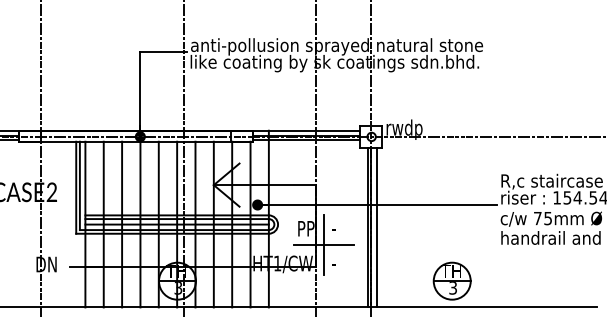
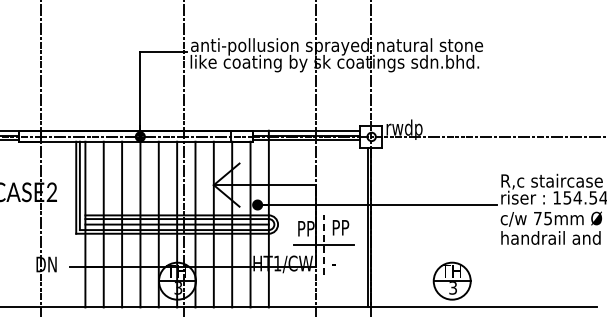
text at (340, 227): - -> PP
line at (376, 227): present -> none
line at (323, 244): solid -> dashed
